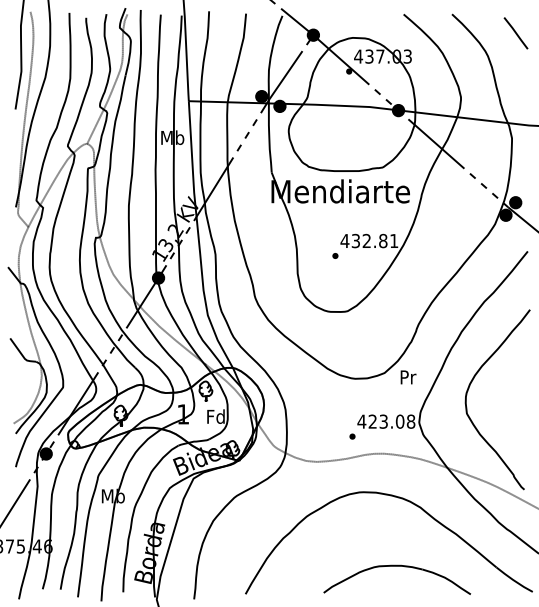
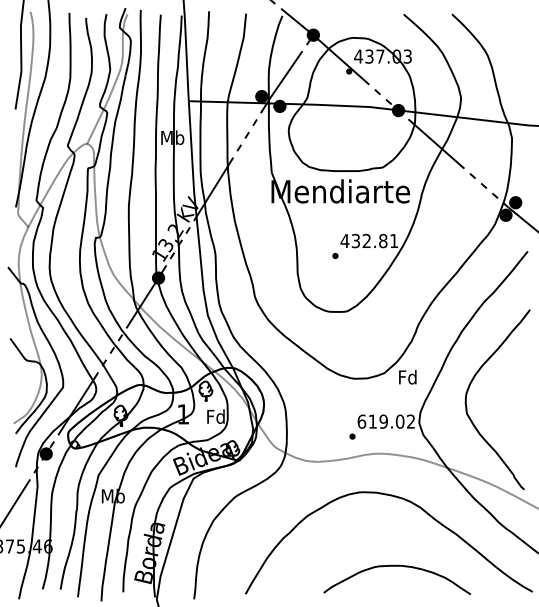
line at (515, 33): present -> none
text at (407, 376): Pr -> Fd
text at (386, 421): 423.08 -> 619.02
